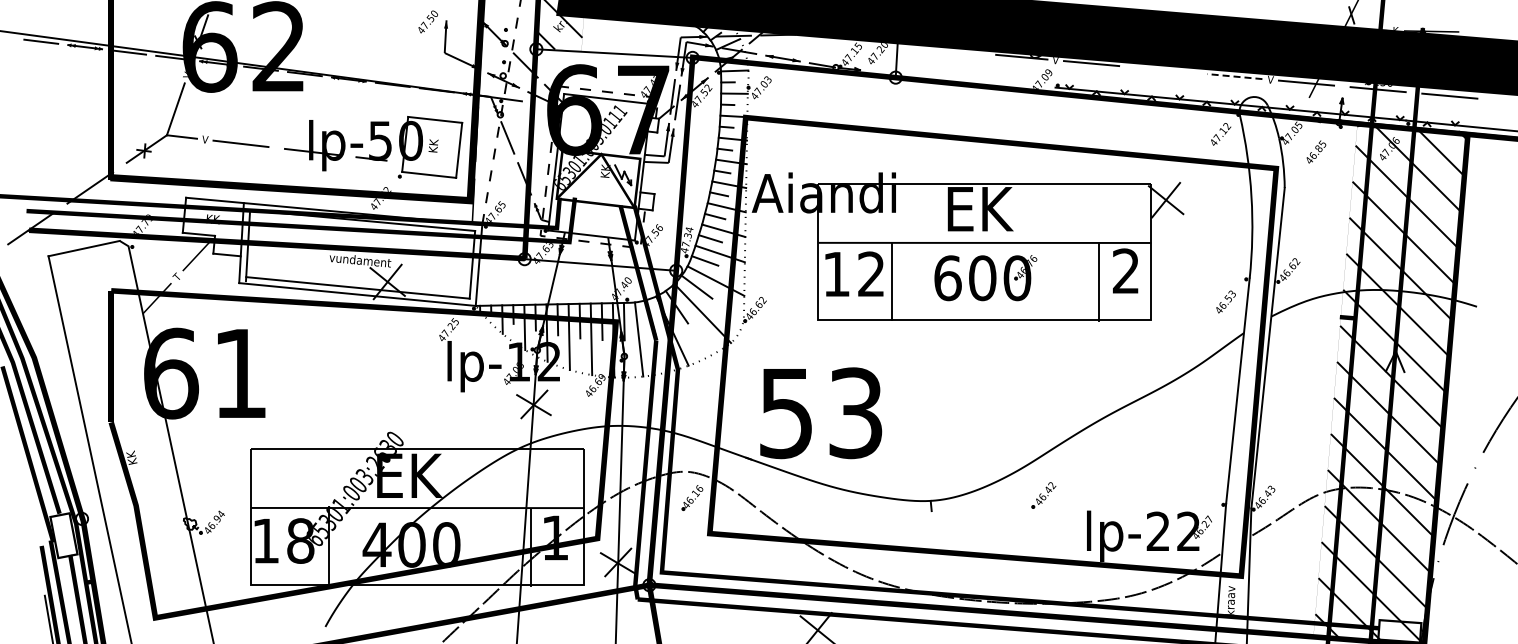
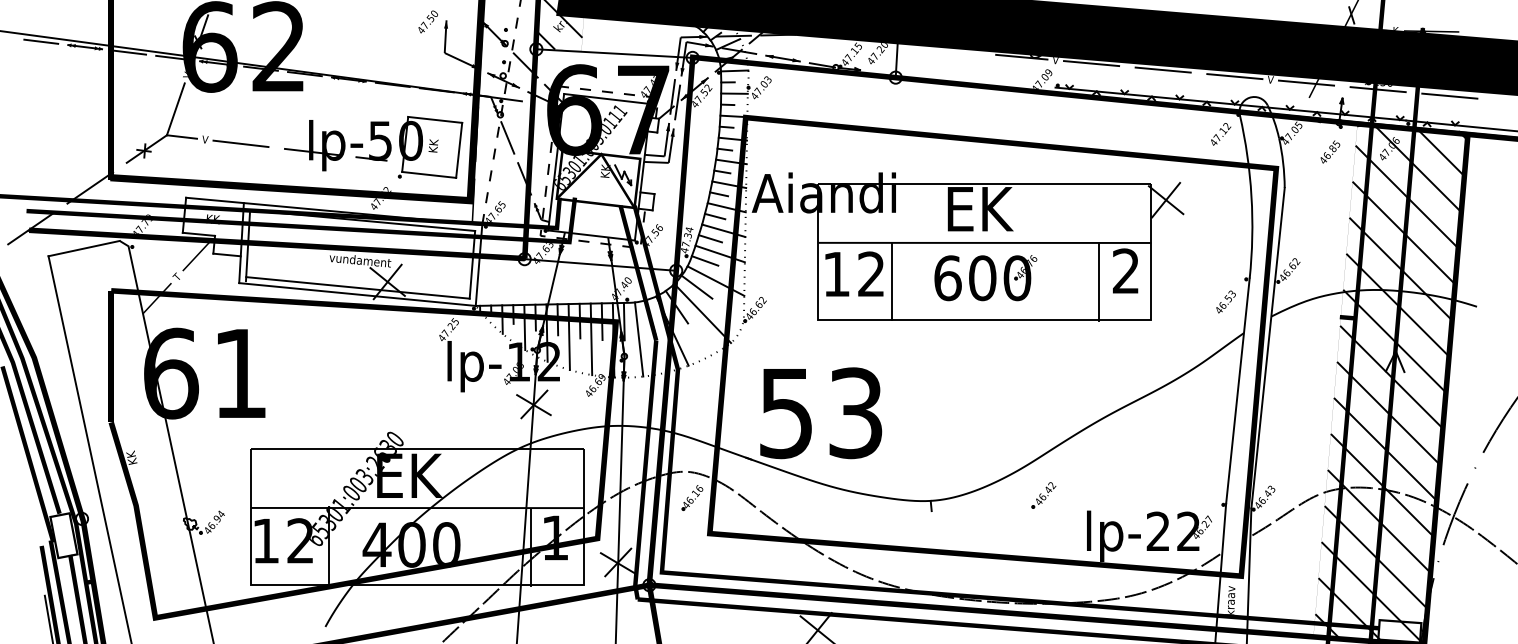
line at (1162, 69): none -> present
line at (1234, 76): dashed -> solid
text at (1316, 151) position: (1316, 151) -> (1330, 151)
text at (300, 540): 18 -> 12
